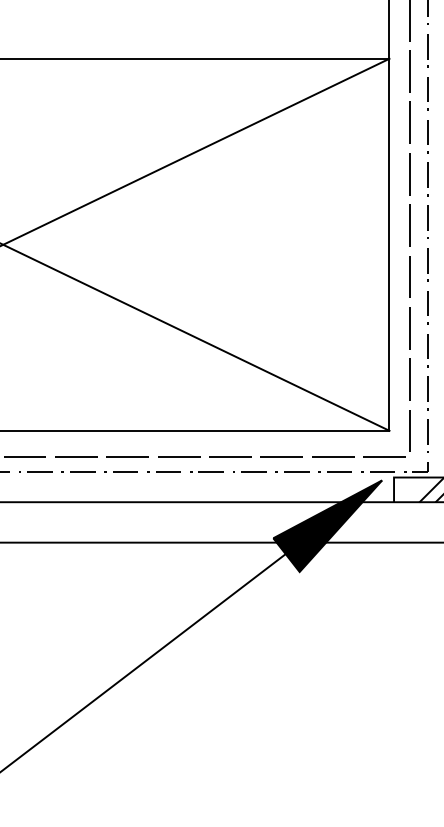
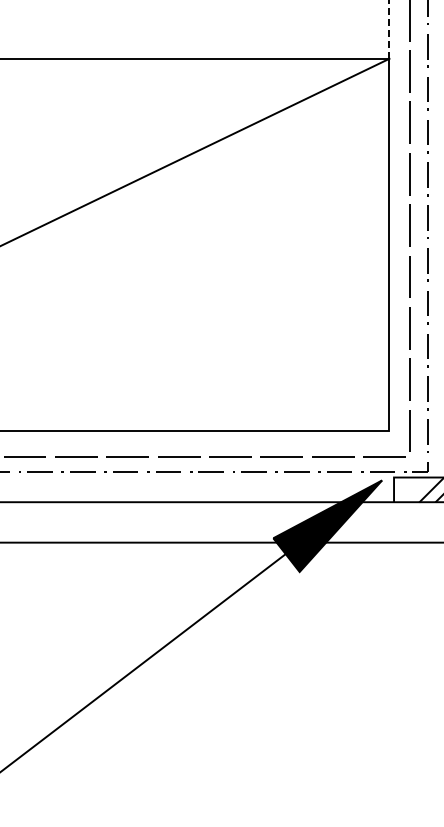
line at (389, 29): solid -> dashed
line at (195, 337): present -> none
